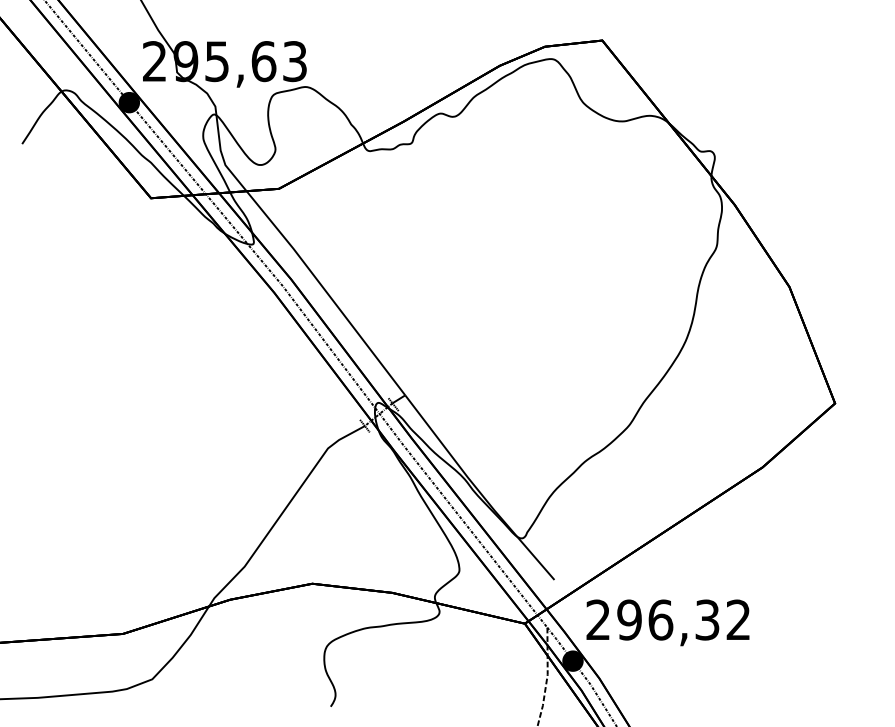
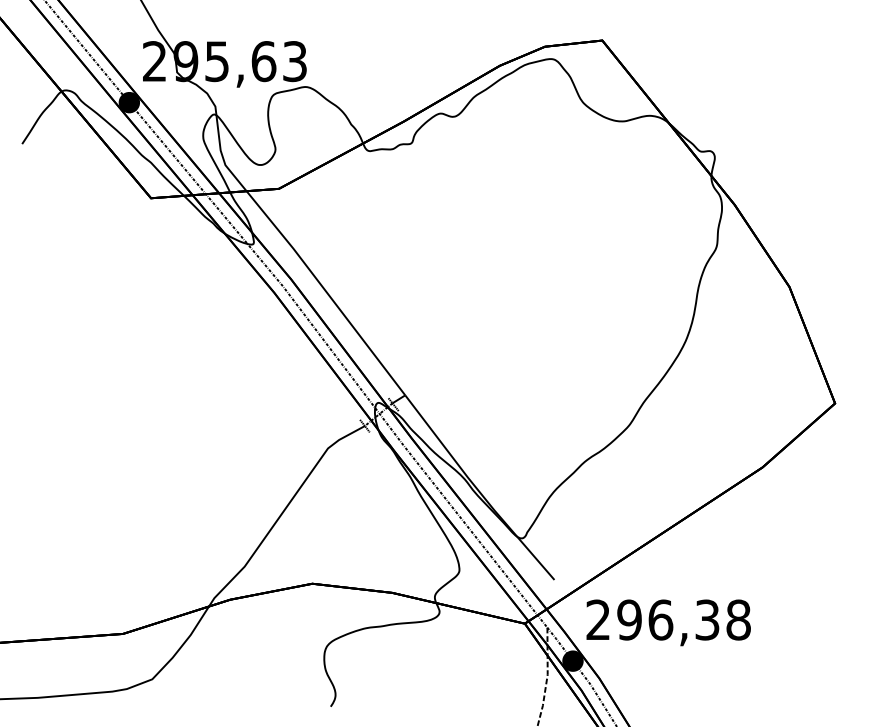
text at (738, 619): 296,32 -> 296,38
